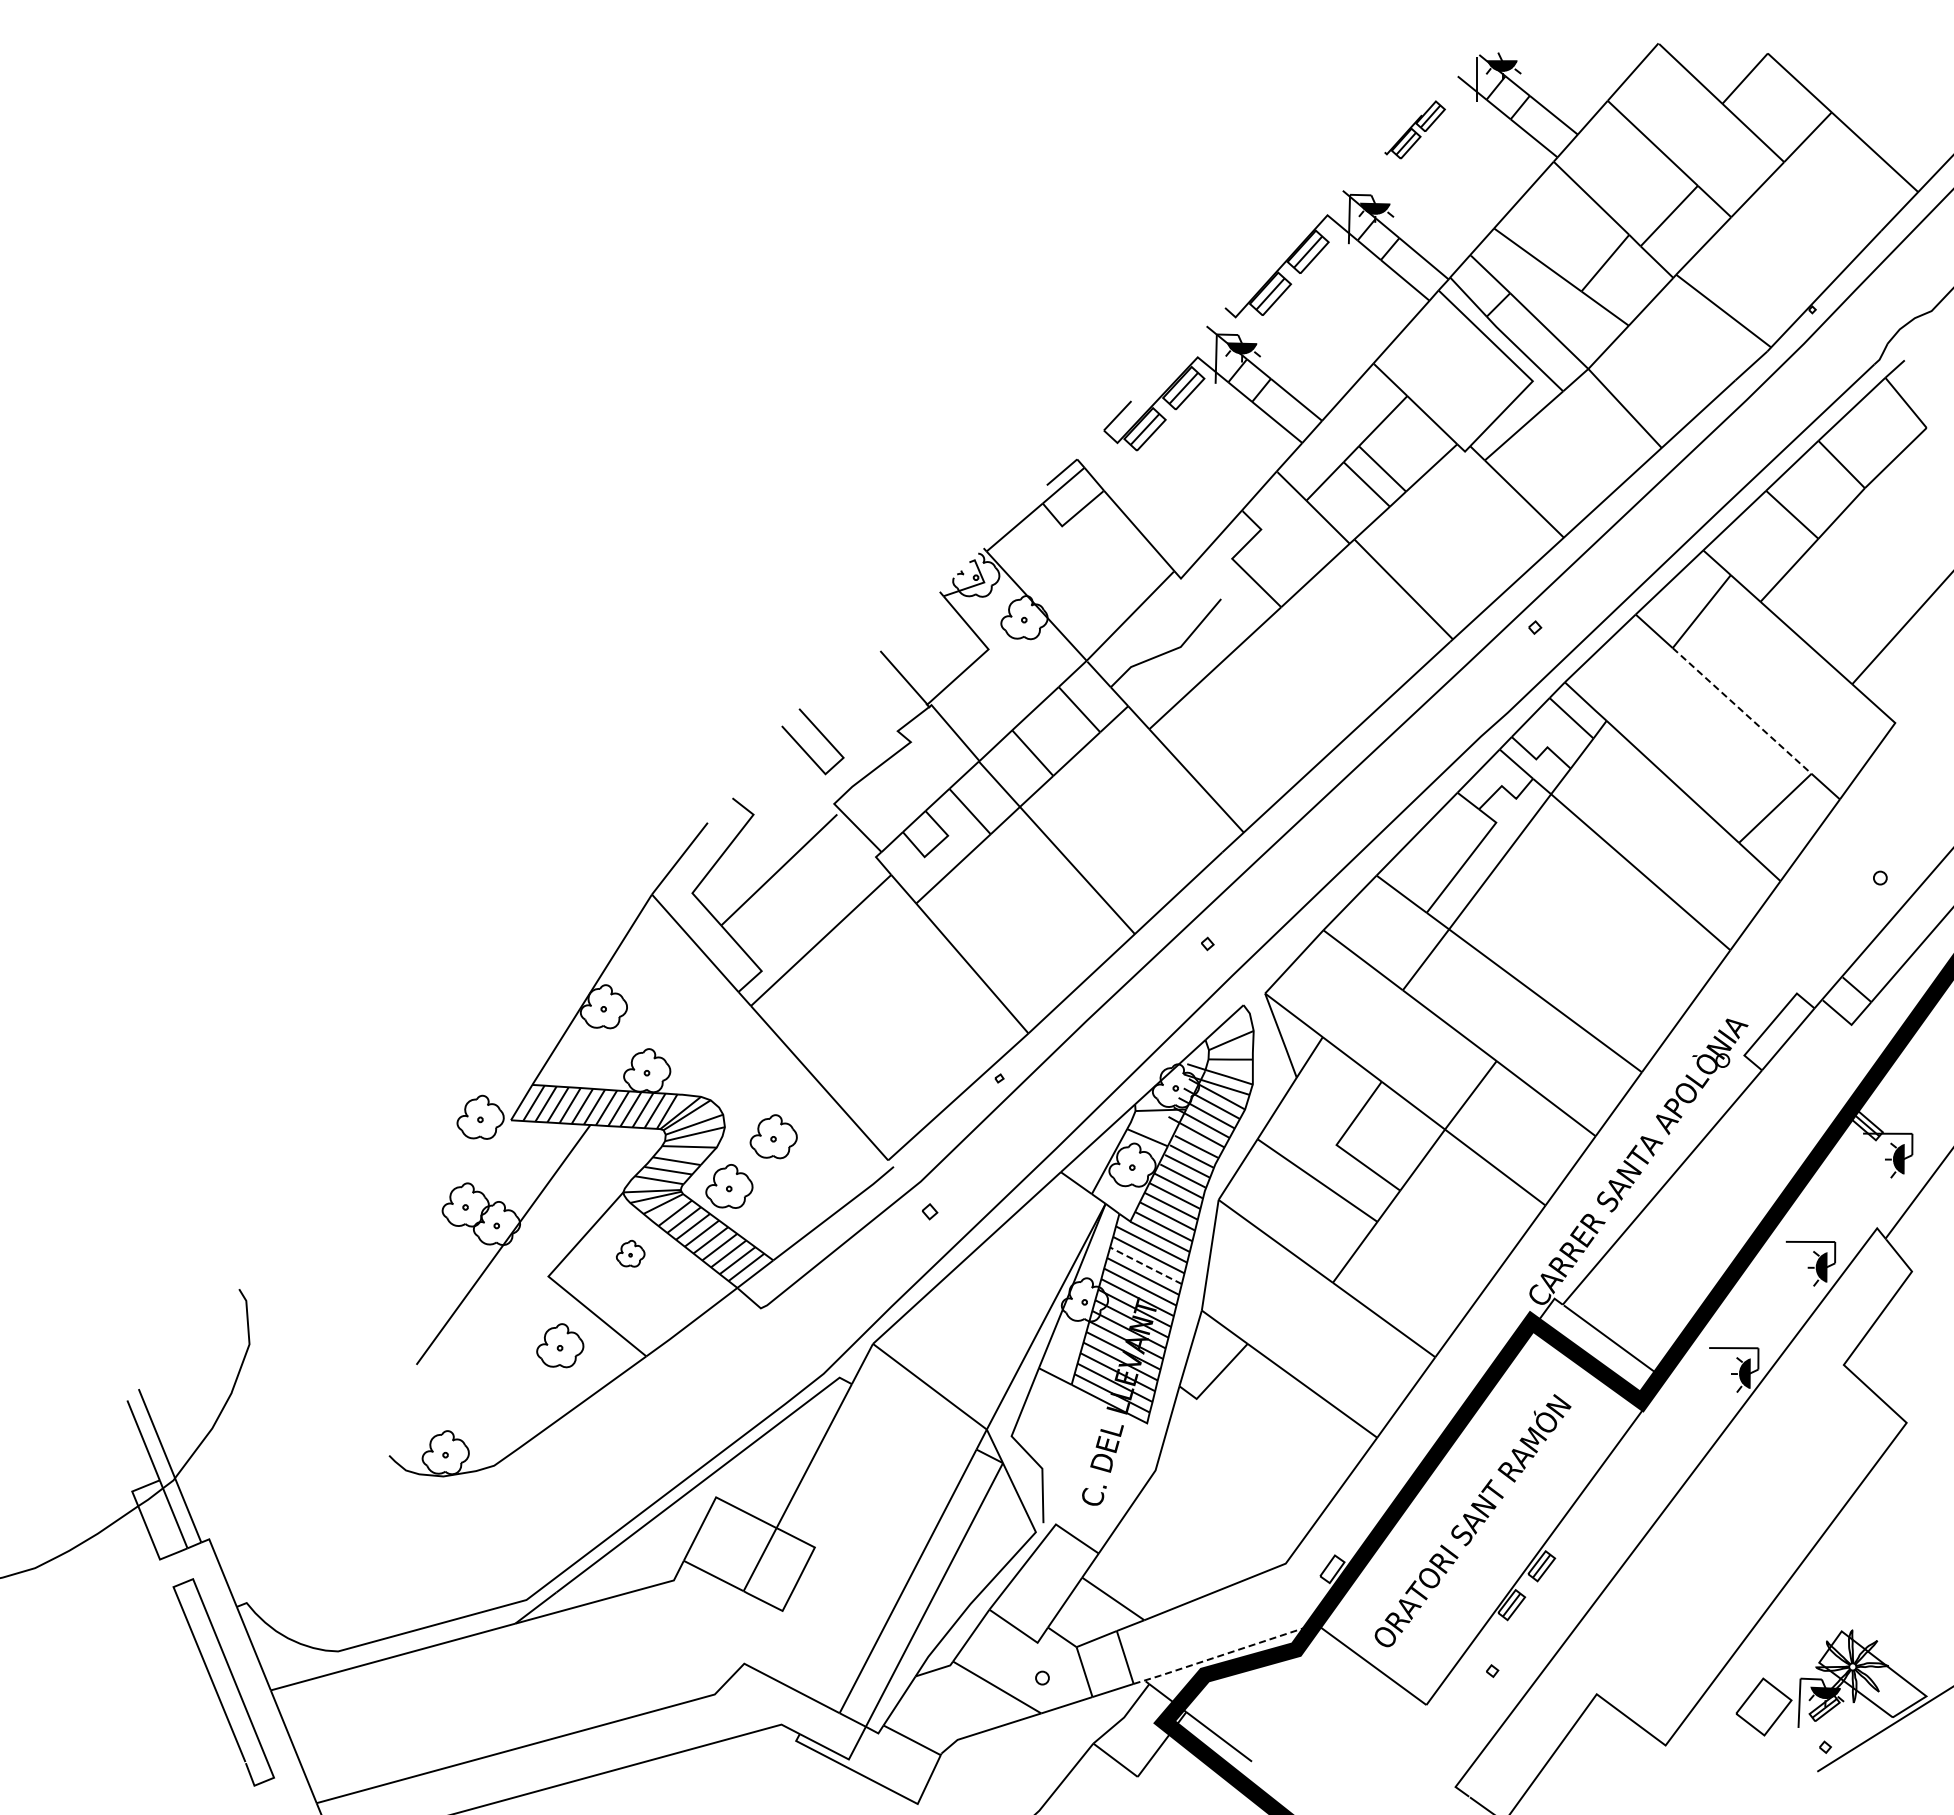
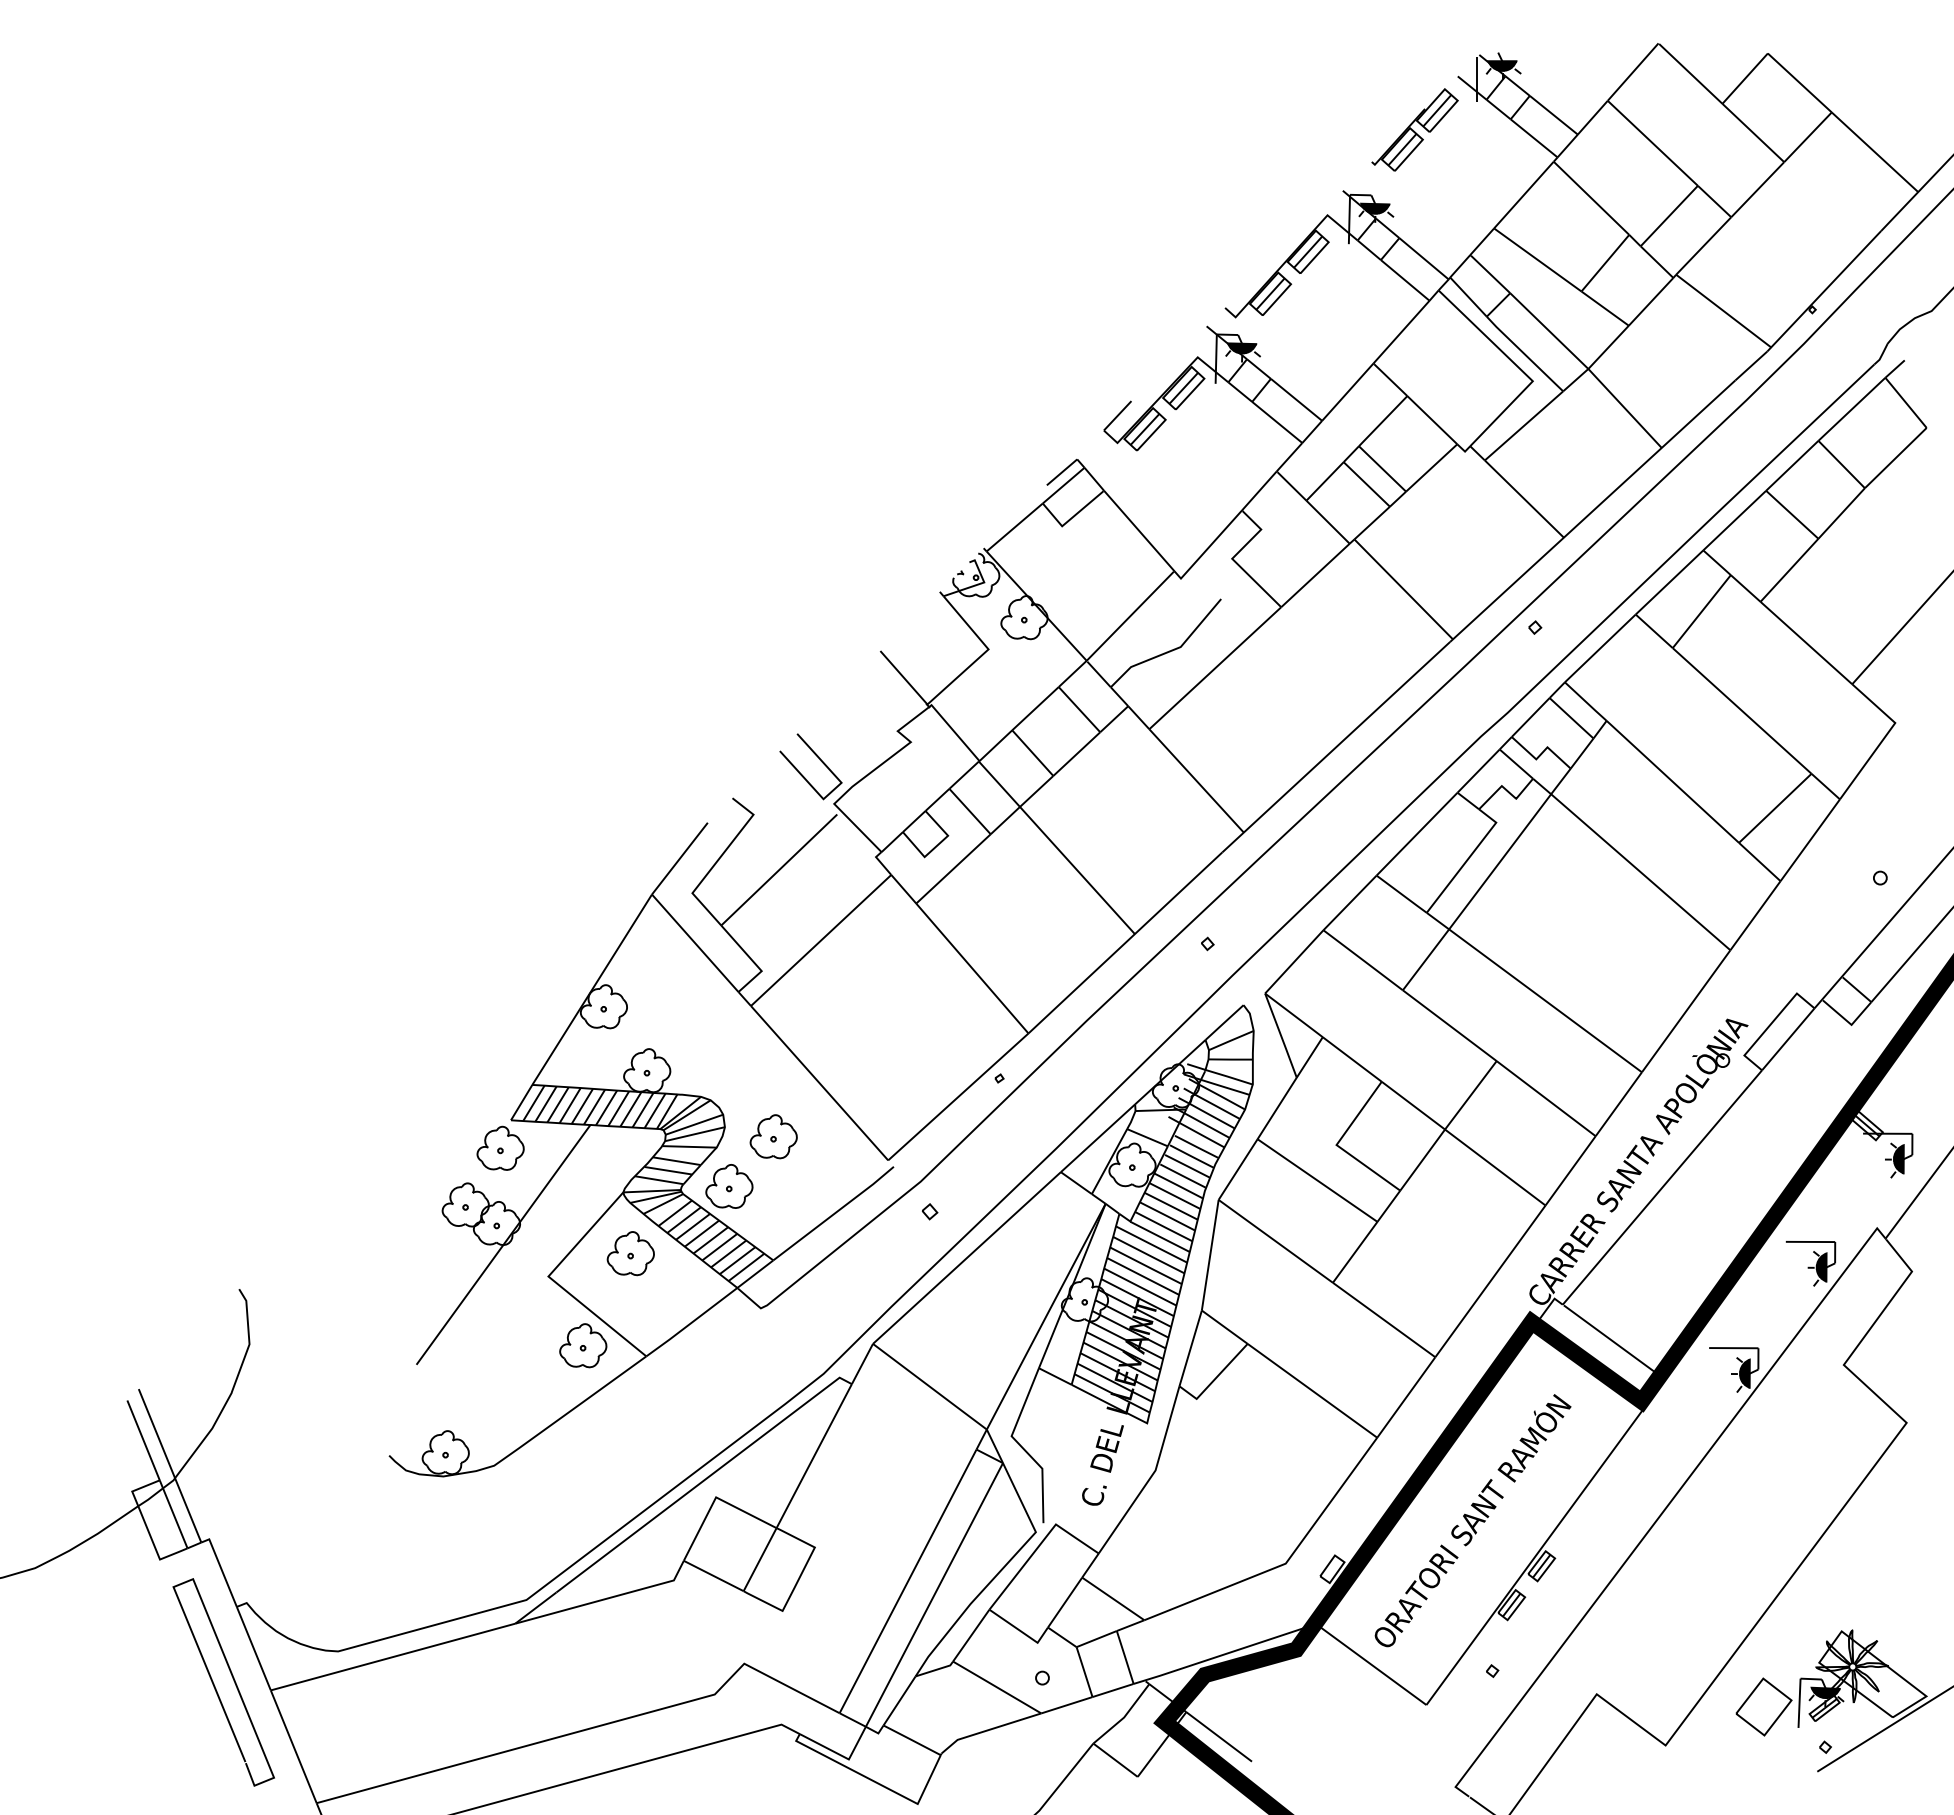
part at (1414, 129) size: 62x60 px -> 88x84 px
line at (1742, 710): dashed -> solid
line at (822, 736) position: (822, 736) -> (820, 761)
part at (480, 1116) position: (480, 1116) -> (500, 1147)
part at (630, 1253) size: 30x29 px -> 49x46 px
line at (1145, 1265): dashed -> solid
part at (560, 1345) position: (560, 1345) -> (583, 1345)
line at (1224, 1654): dashed -> solid
